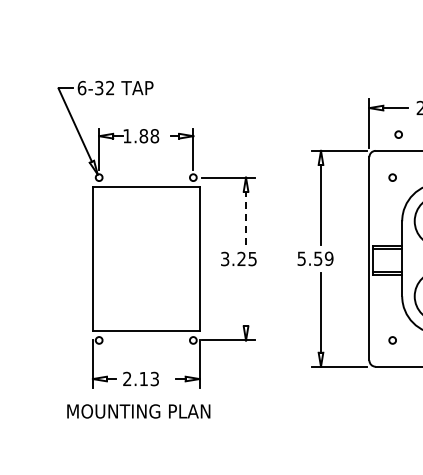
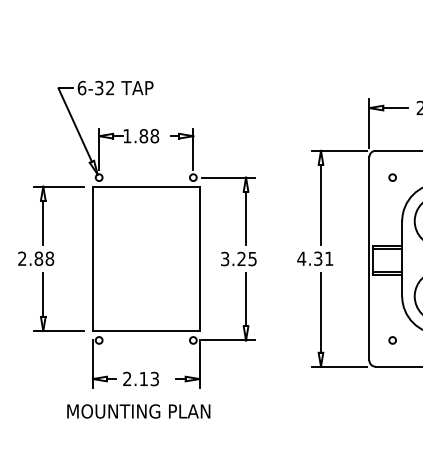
circle at (398, 134): present -> none
line at (246, 218): dashed -> solid
part at (51, 258): none -> present
text at (315, 258): 5.59 -> 4.31
line at (246, 299): none -> present
